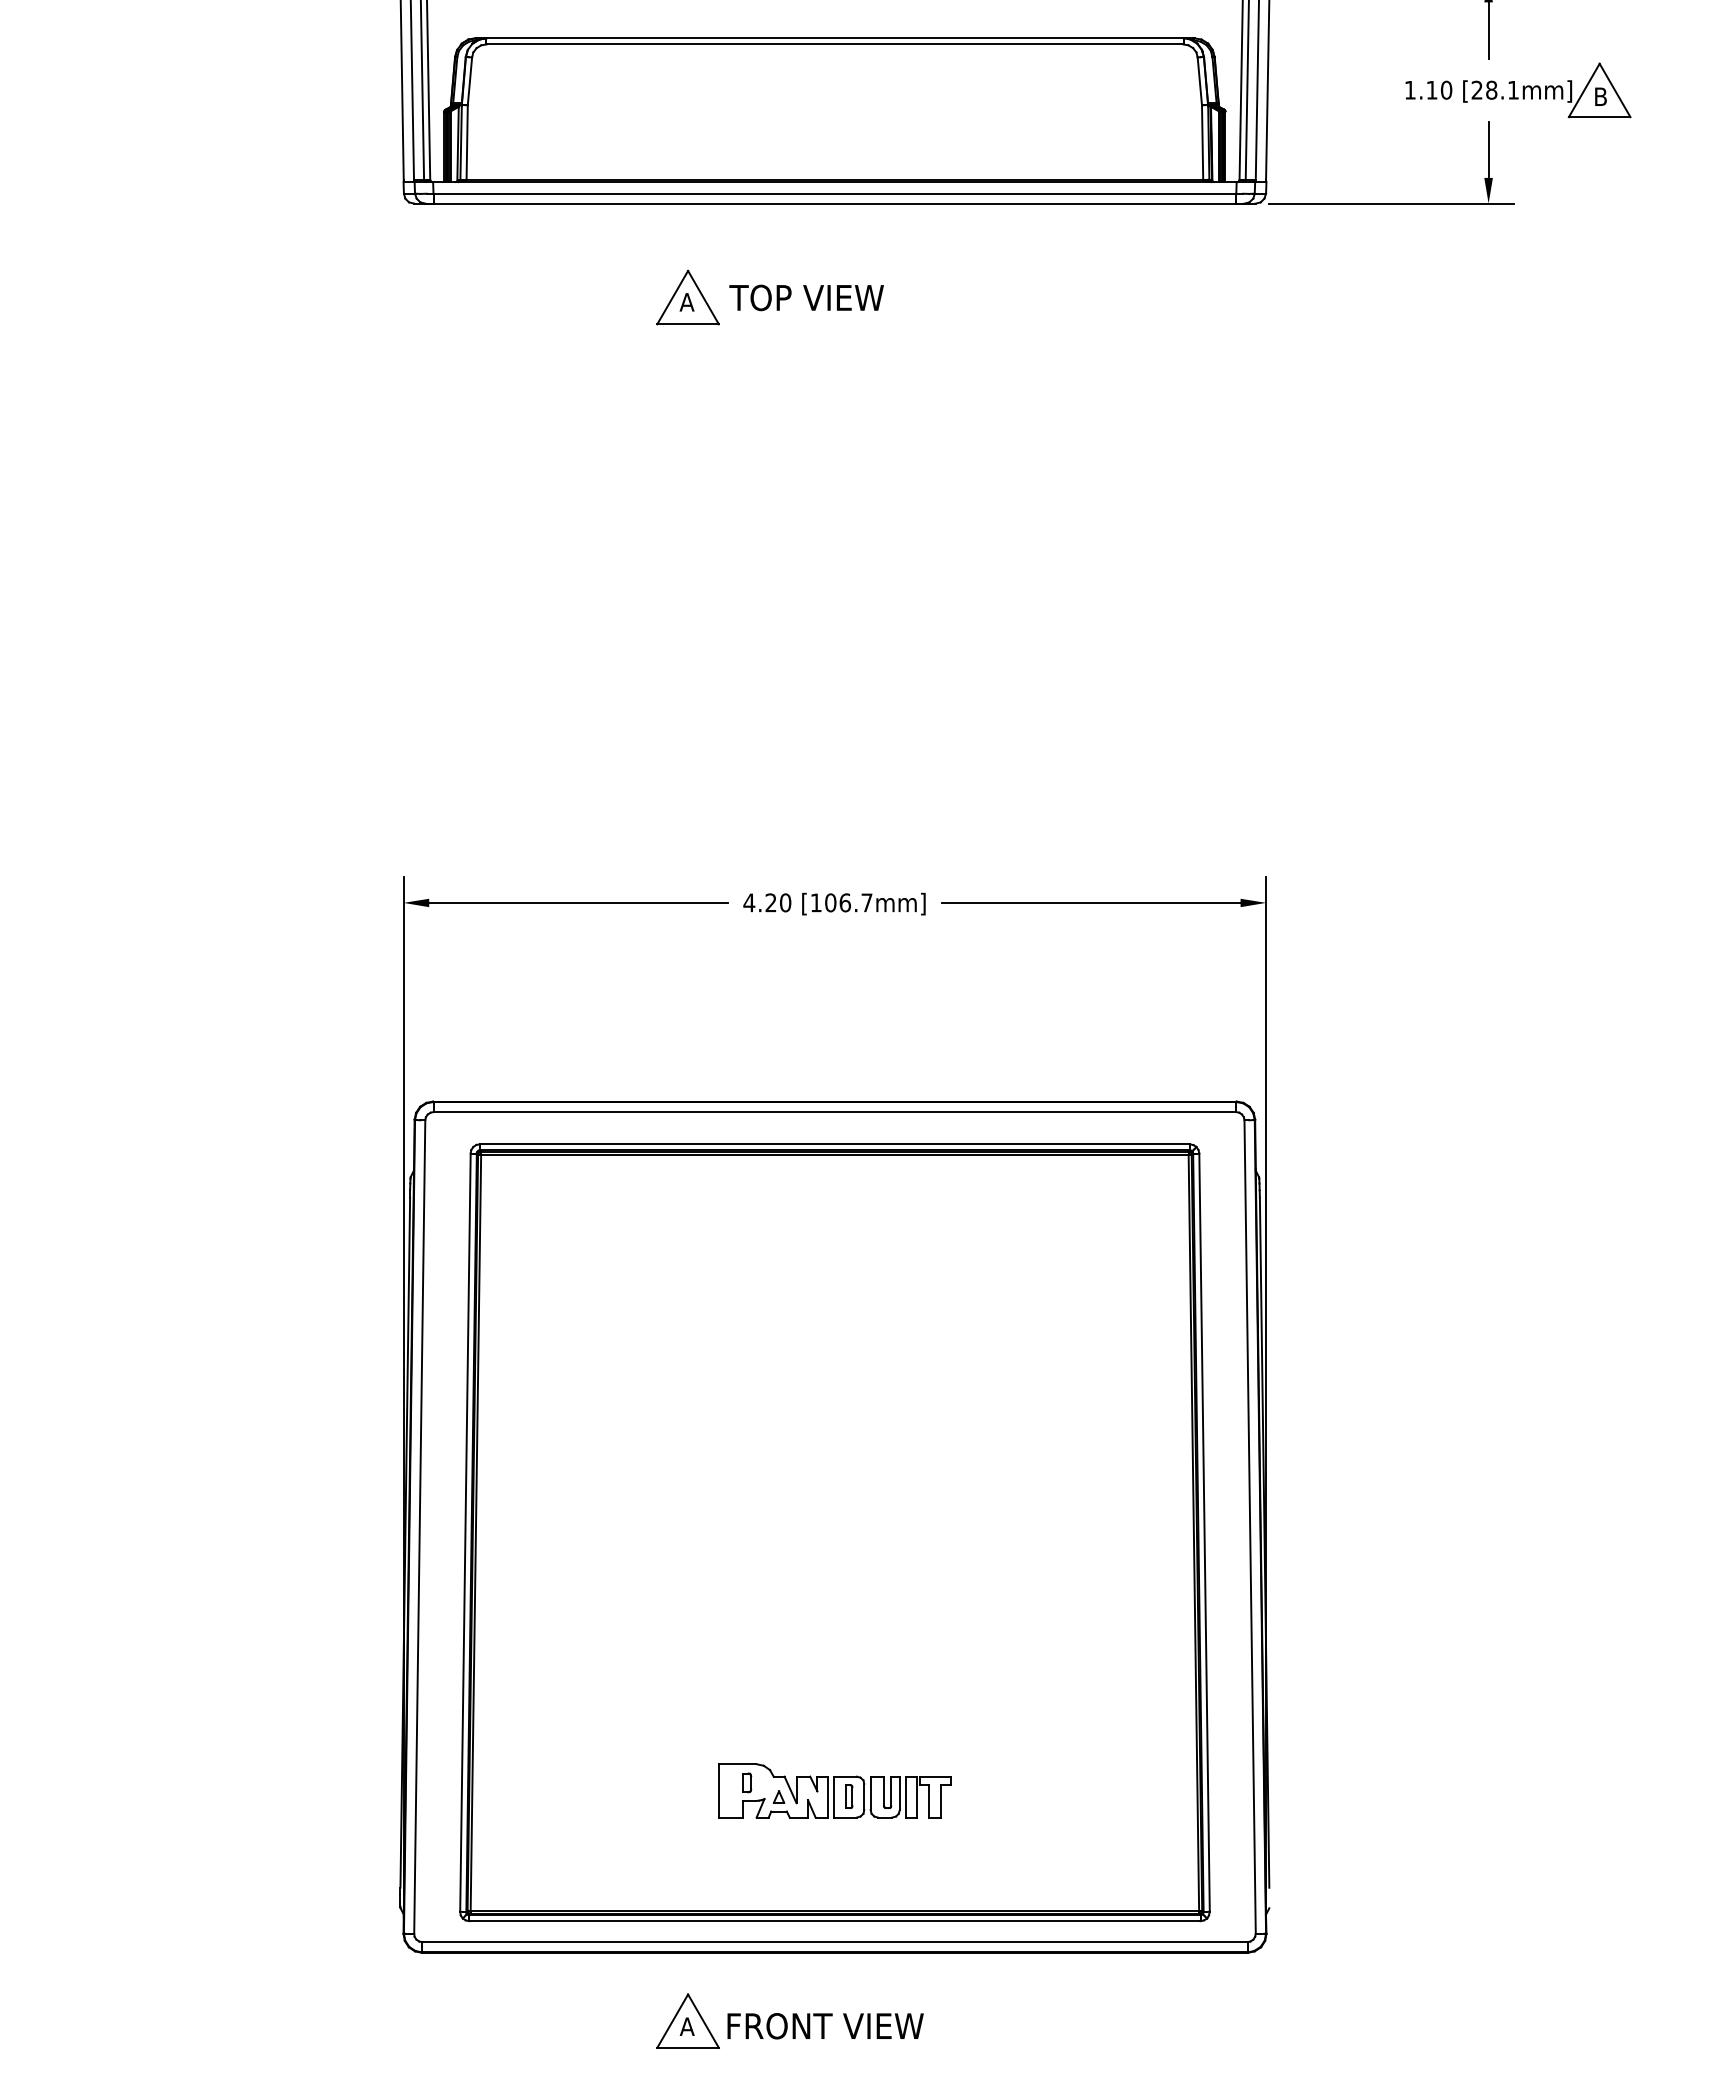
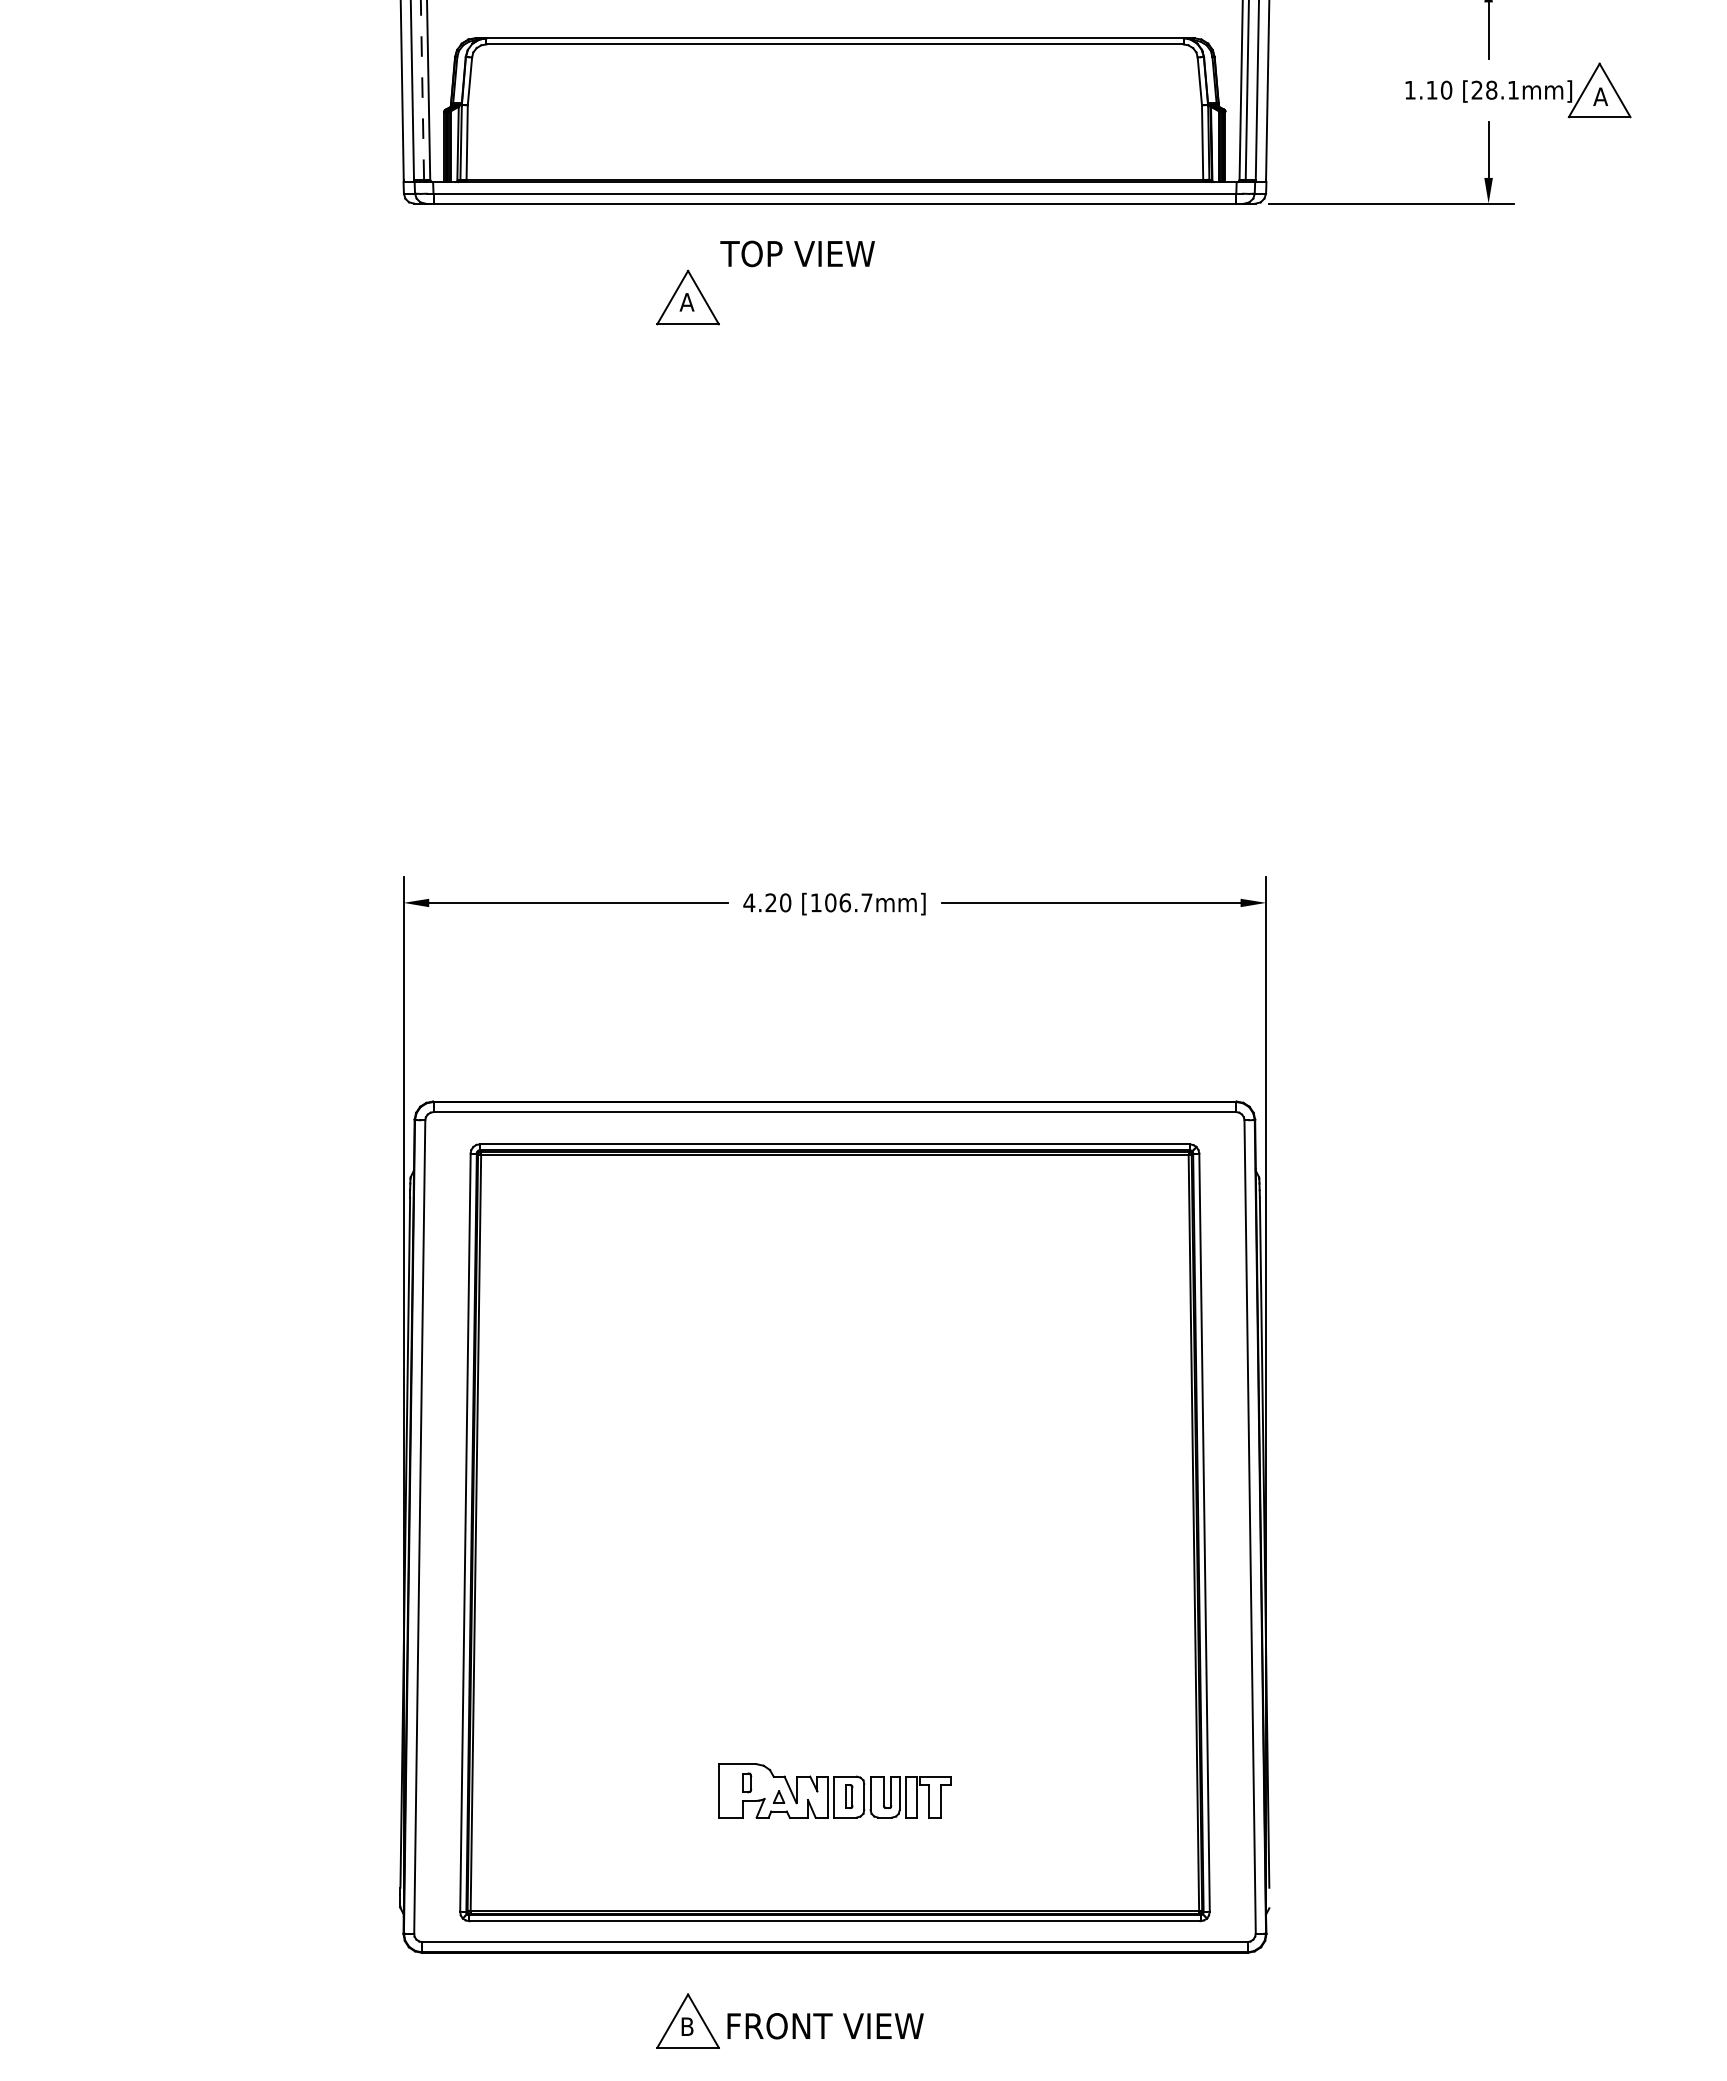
line at (422, 90): solid -> dashed
text at (1600, 96): B -> A
text at (806, 297) position: (806, 297) -> (797, 253)
text at (686, 2026): A -> B
